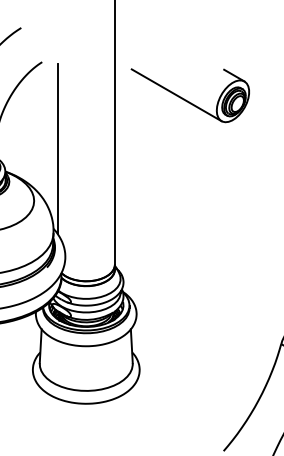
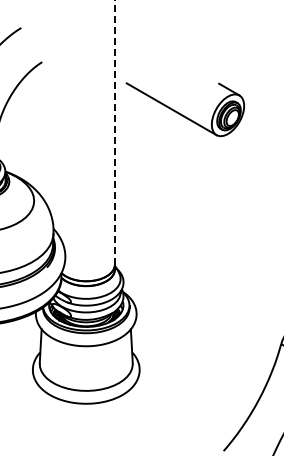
part at (189, 95) position: (189, 95) -> (184, 109)
line at (114, 132): solid -> dashed
line at (57, 148): present -> none
